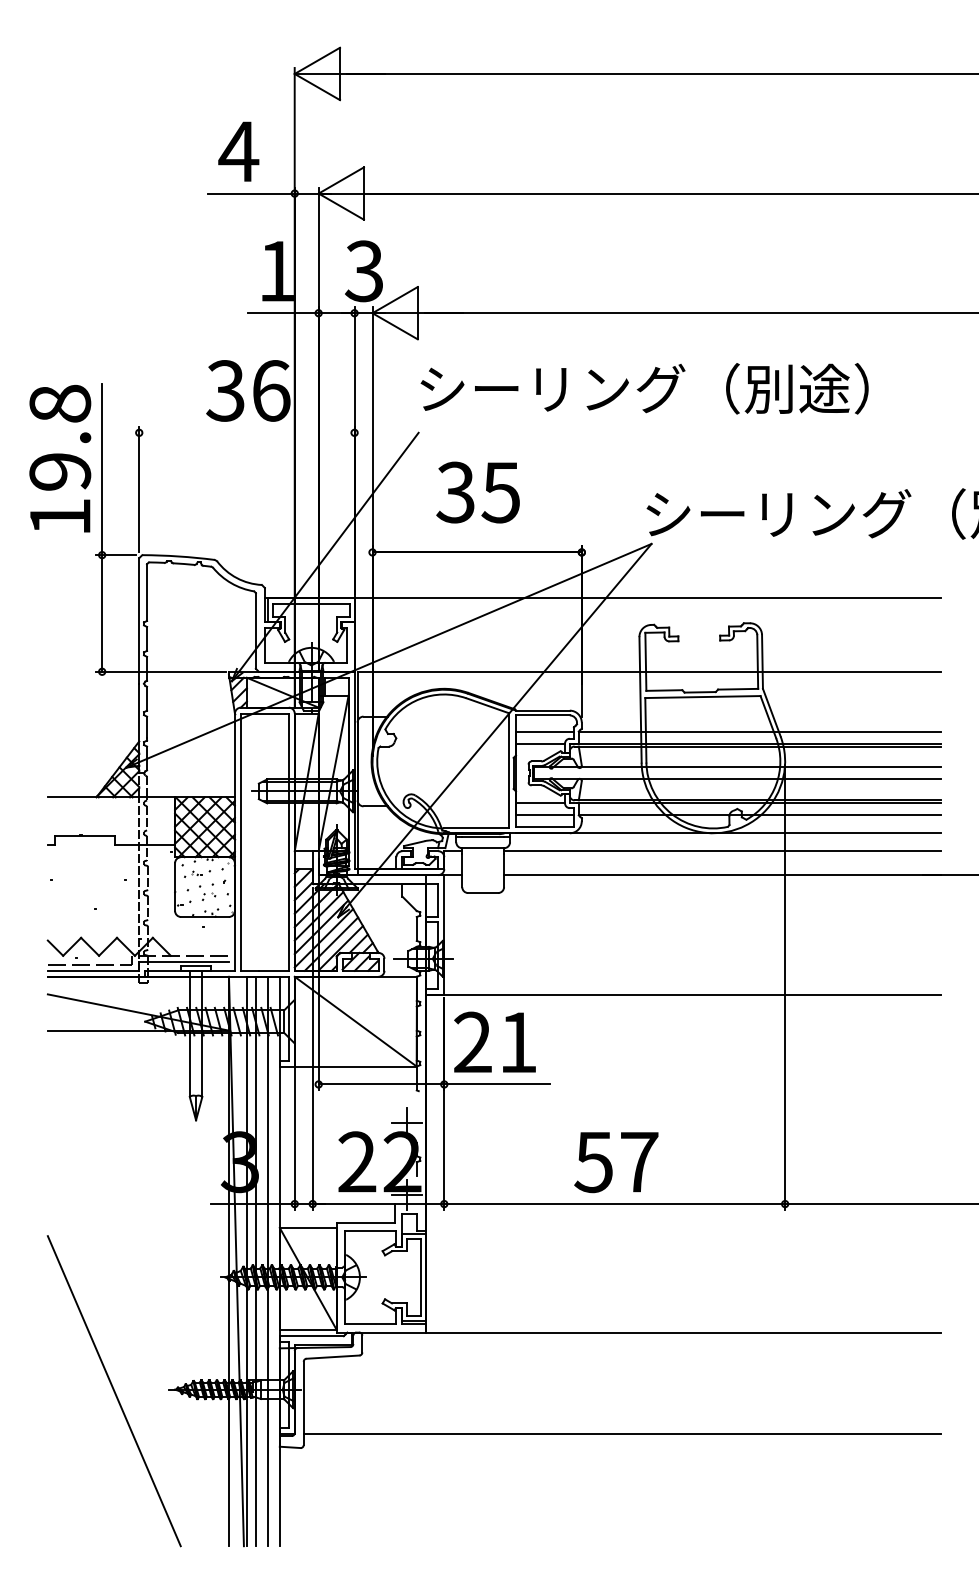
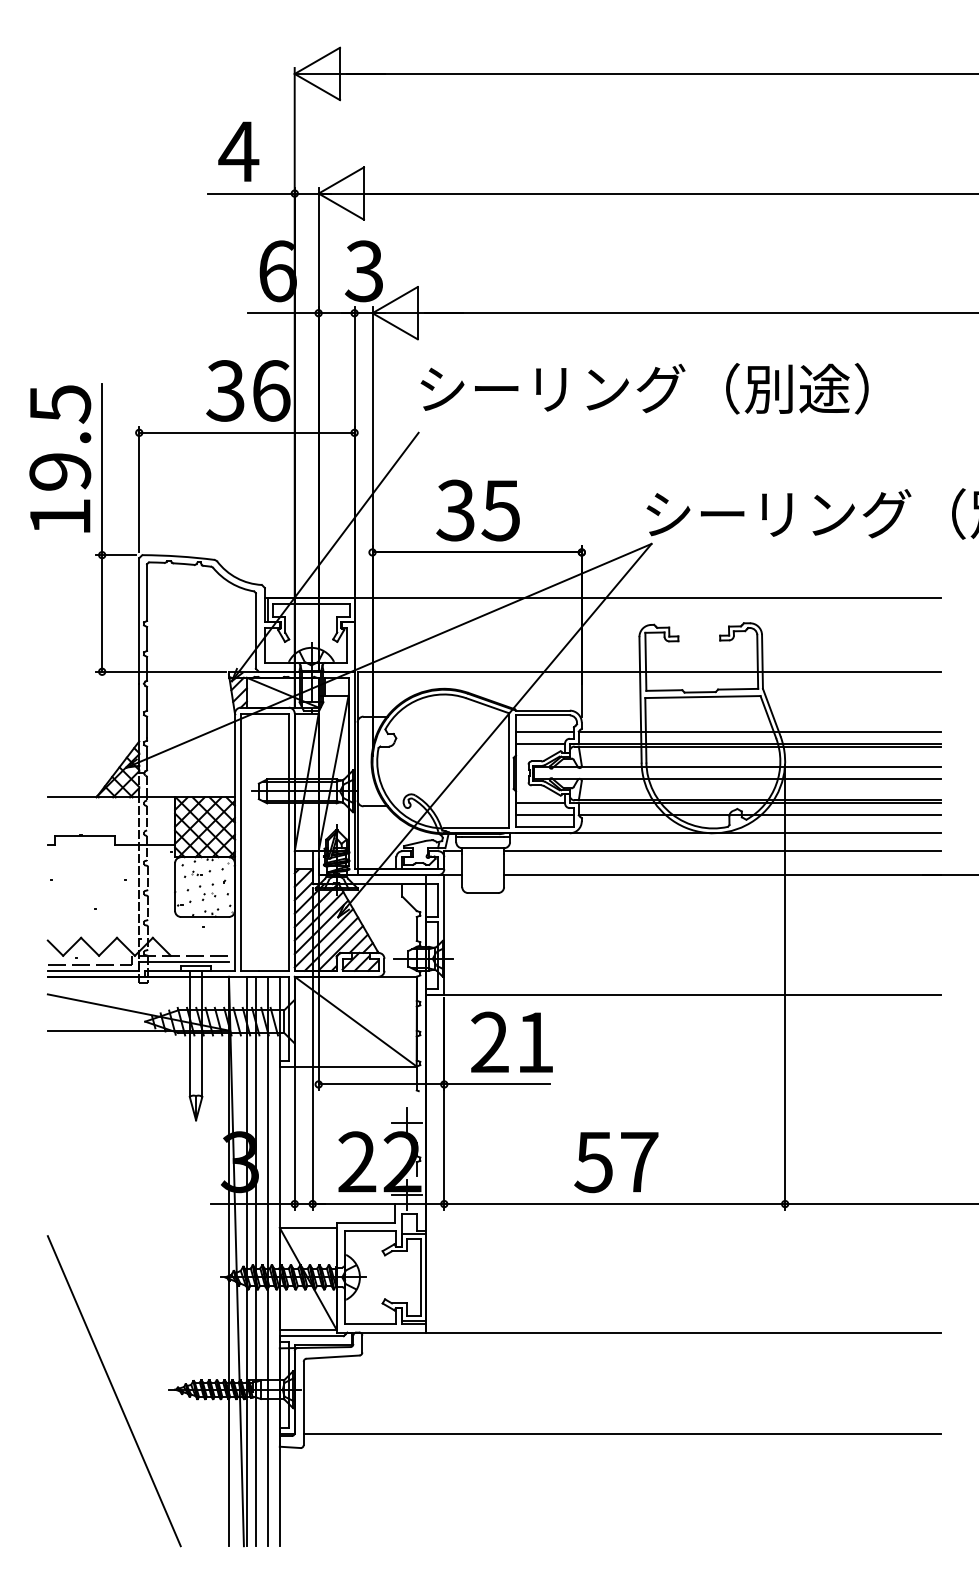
text at (277, 271): 1 -> 6
text at (60, 403): 19.8 -> 19.5
line at (246, 432): none -> present
text at (477, 492) position: (477, 492) -> (477, 510)
text at (494, 1041) position: (494, 1041) -> (511, 1041)
